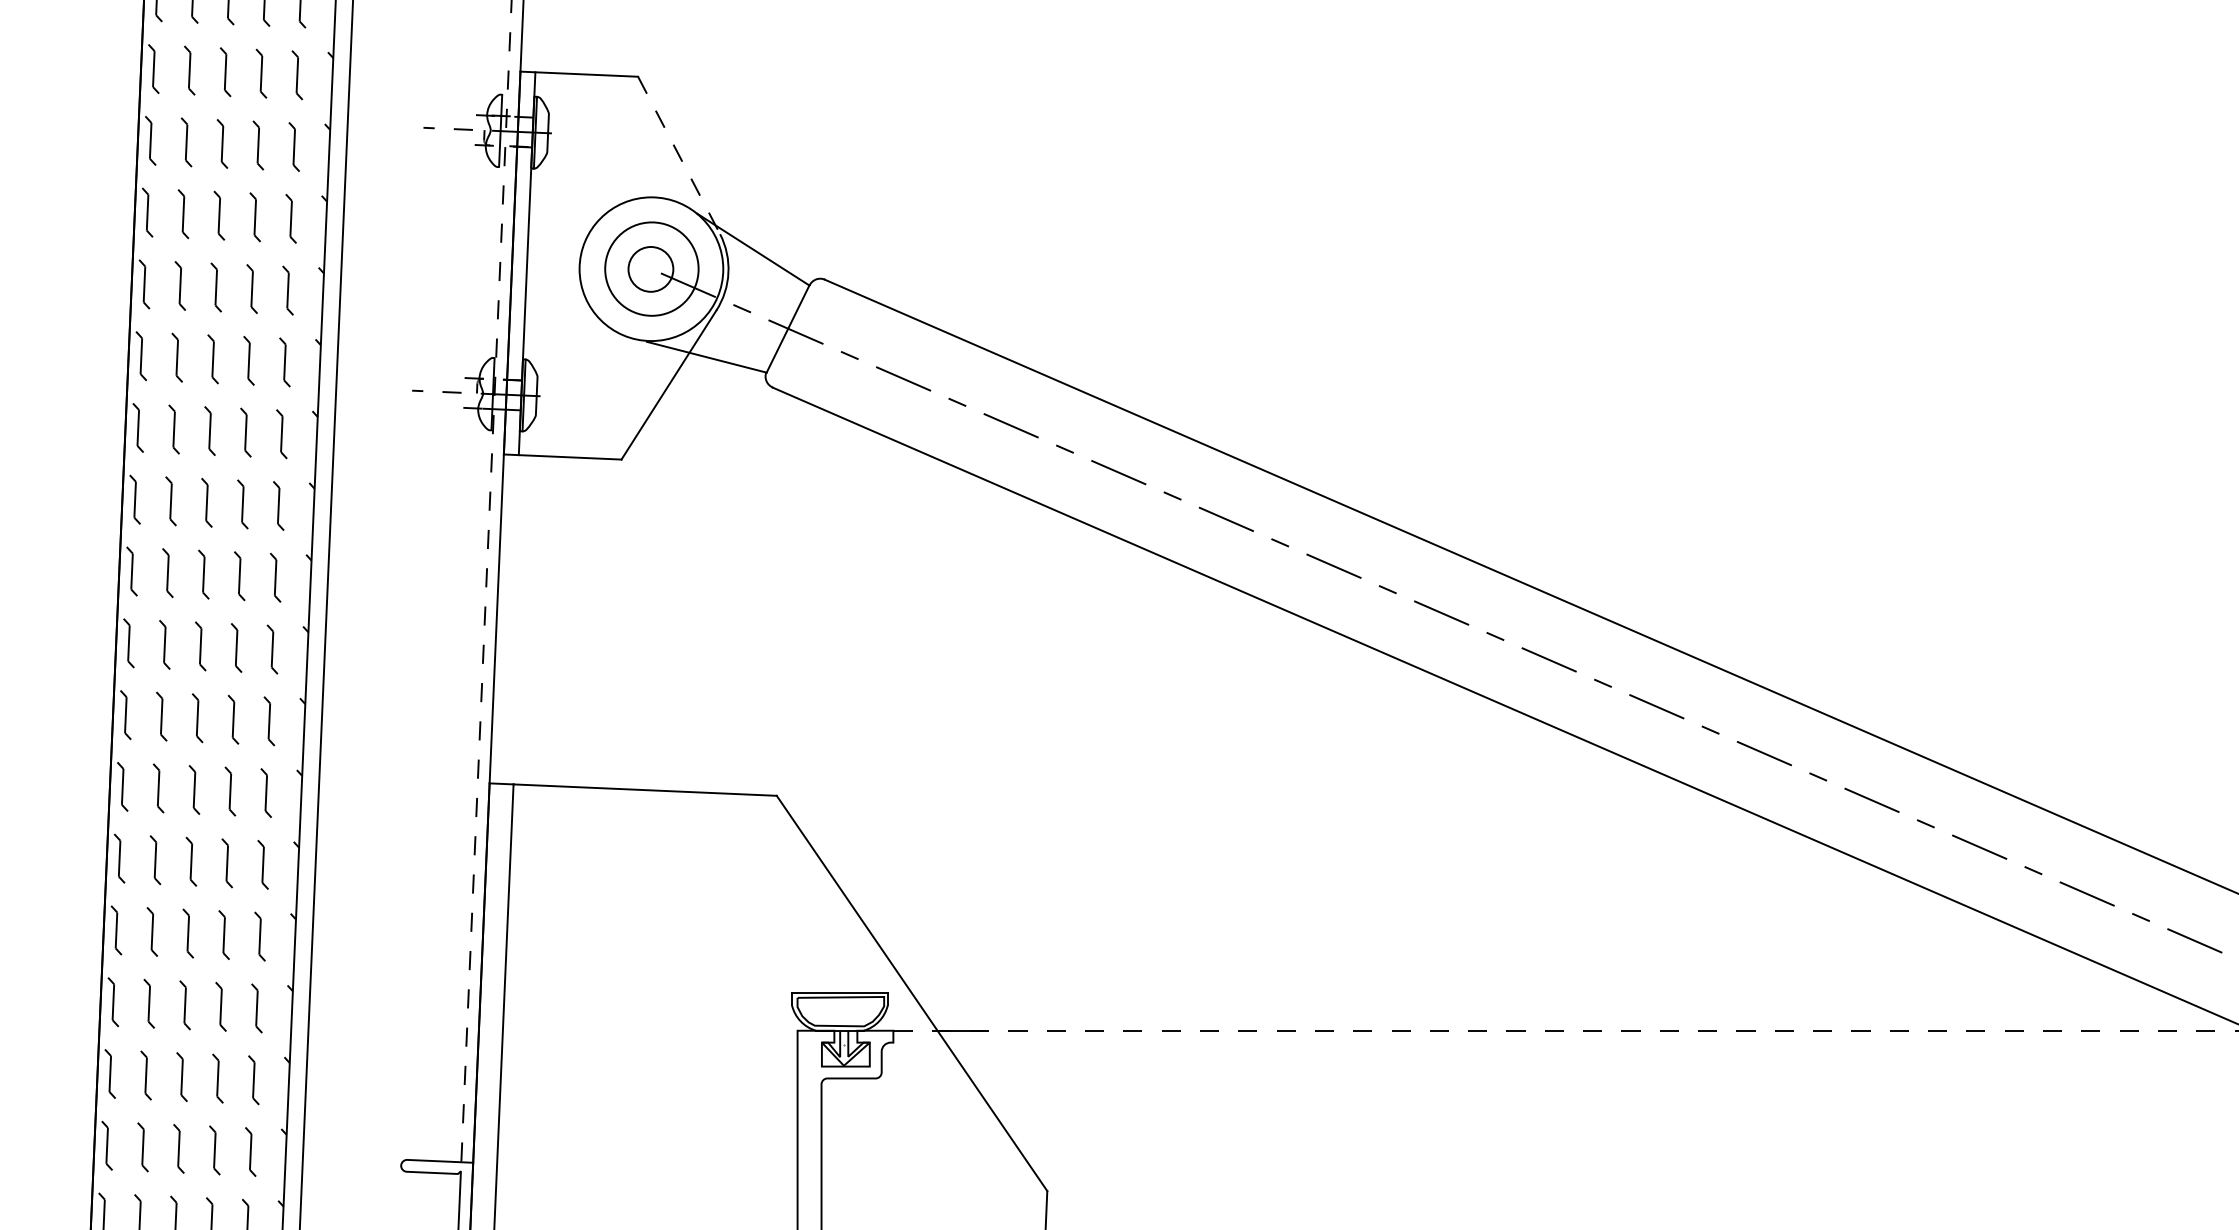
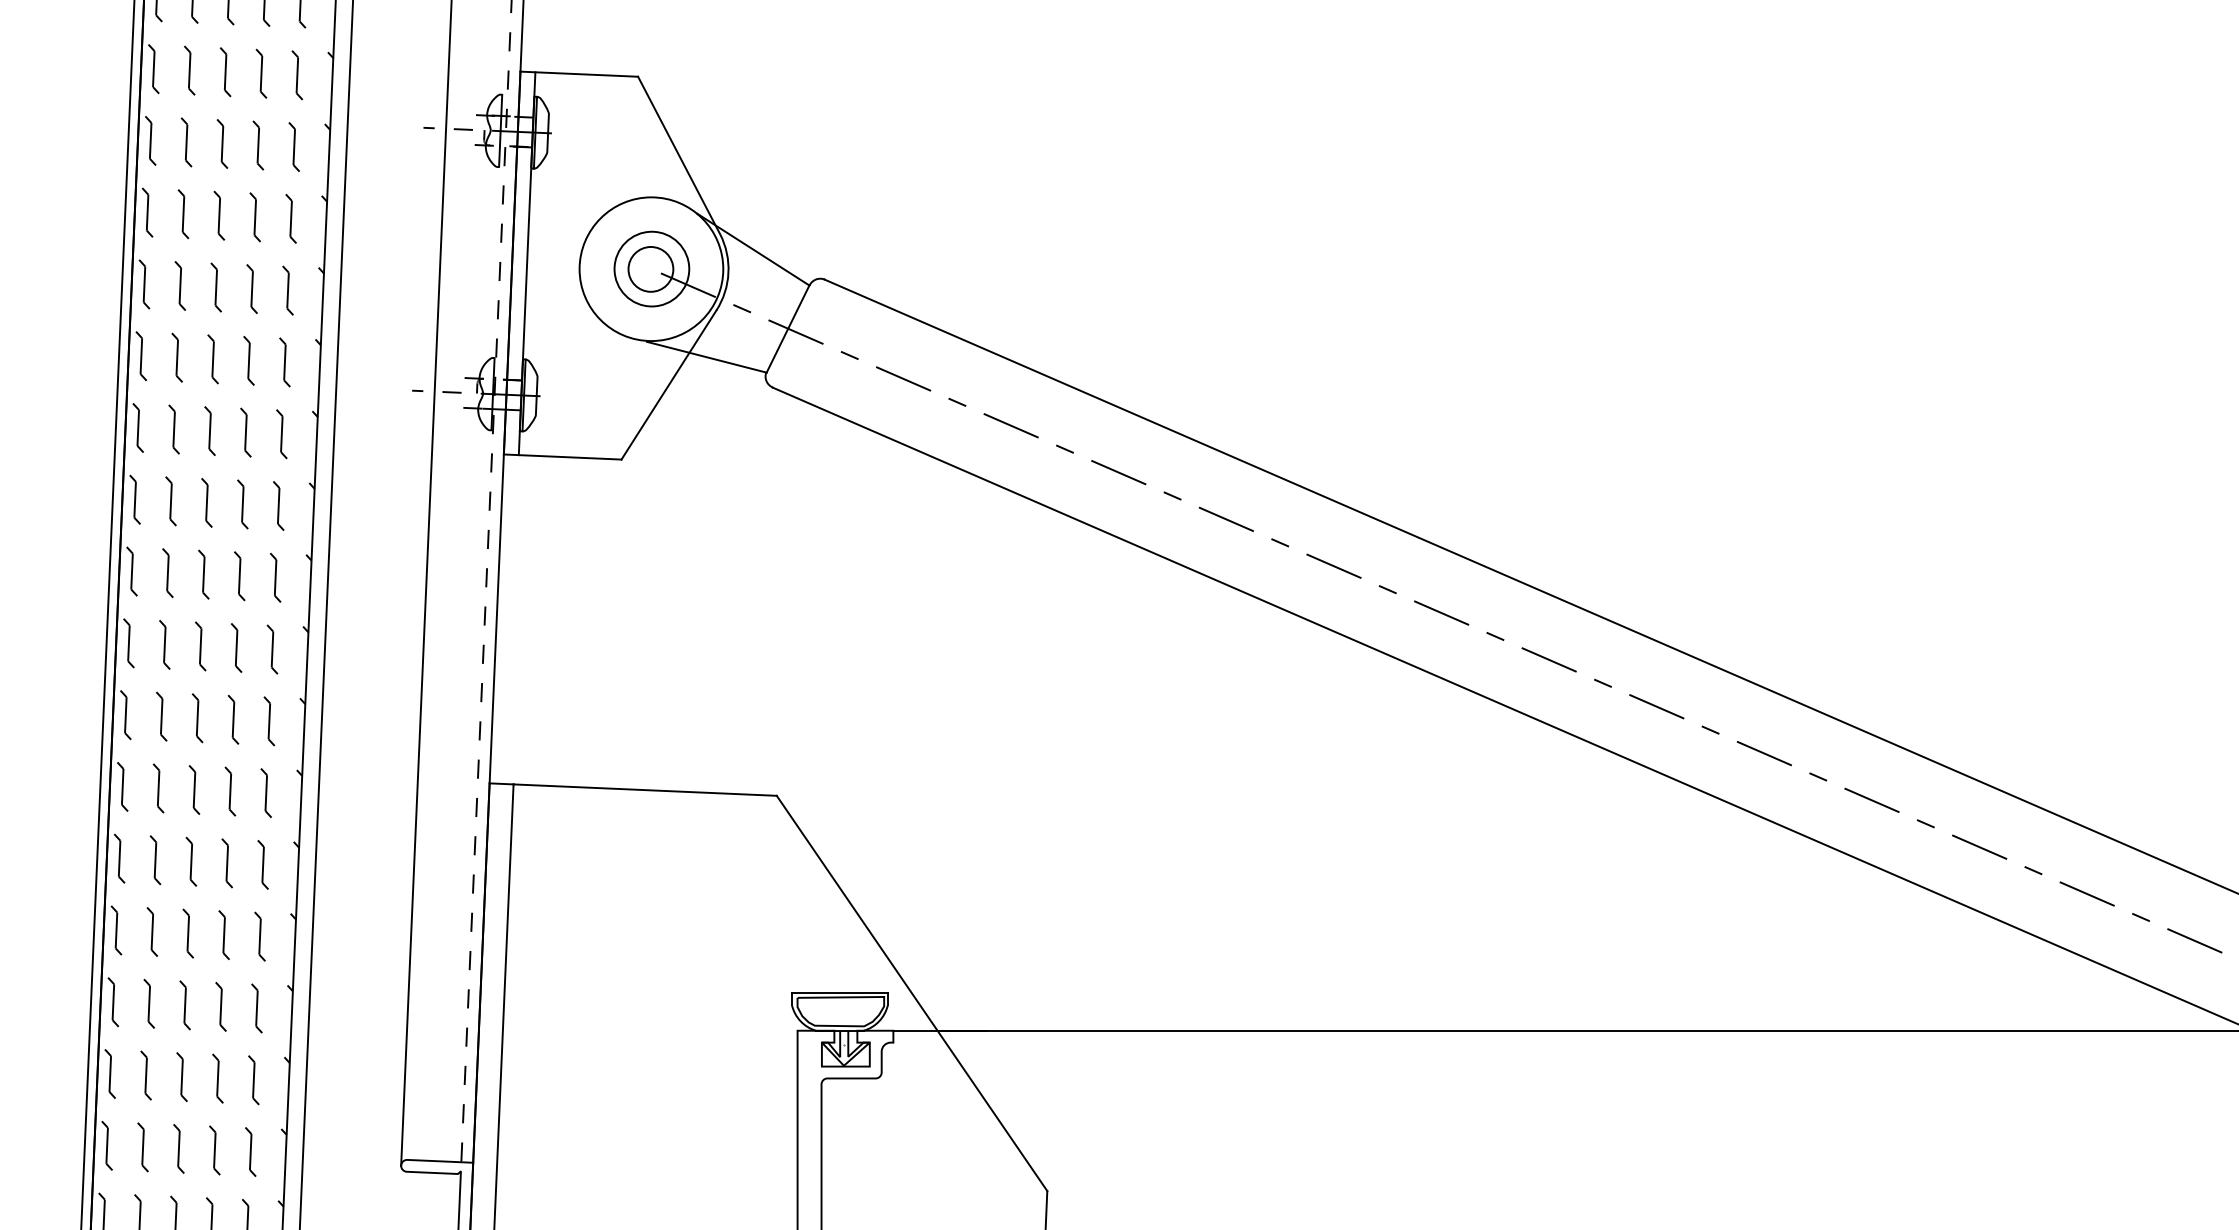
line at (679, 155): dashed -> solid
circle at (651, 268) diameter: 93 px -> 75 px
line at (426, 583): none -> present
line at (107, 614): none -> present
line at (1566, 1030): dashed -> solid
